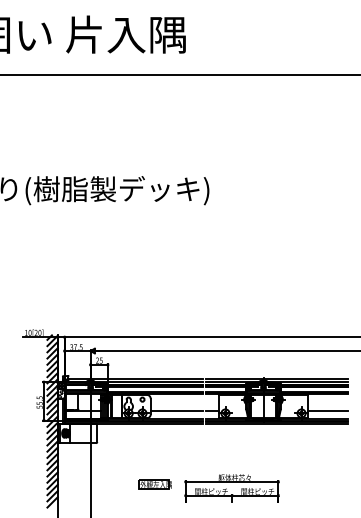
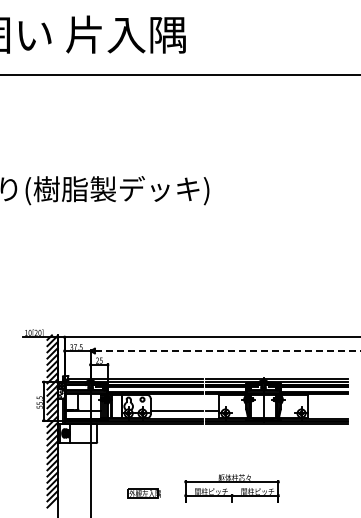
line at (228, 351): solid -> dashed
line at (328, 410): present -> none
part at (154, 484) position: (154, 484) -> (143, 493)
